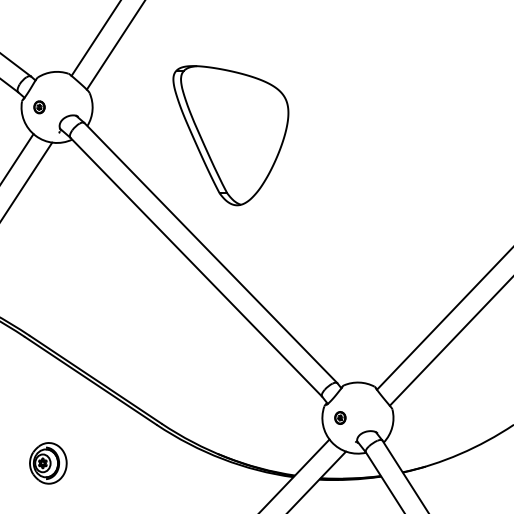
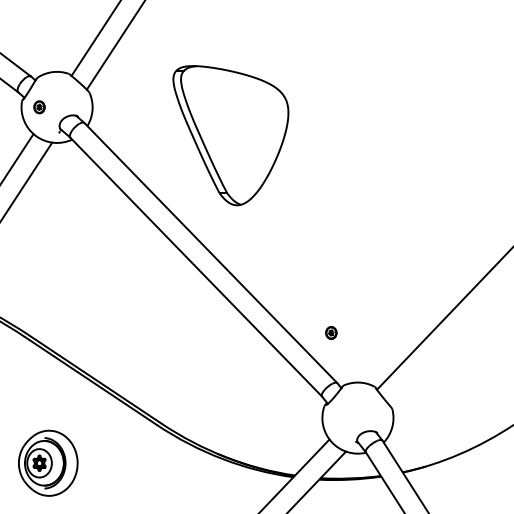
line at (449, 341): present -> none
part at (340, 417) position: (340, 417) -> (331, 332)
part at (48, 463) size: 39x43 px -> 61x68 px
